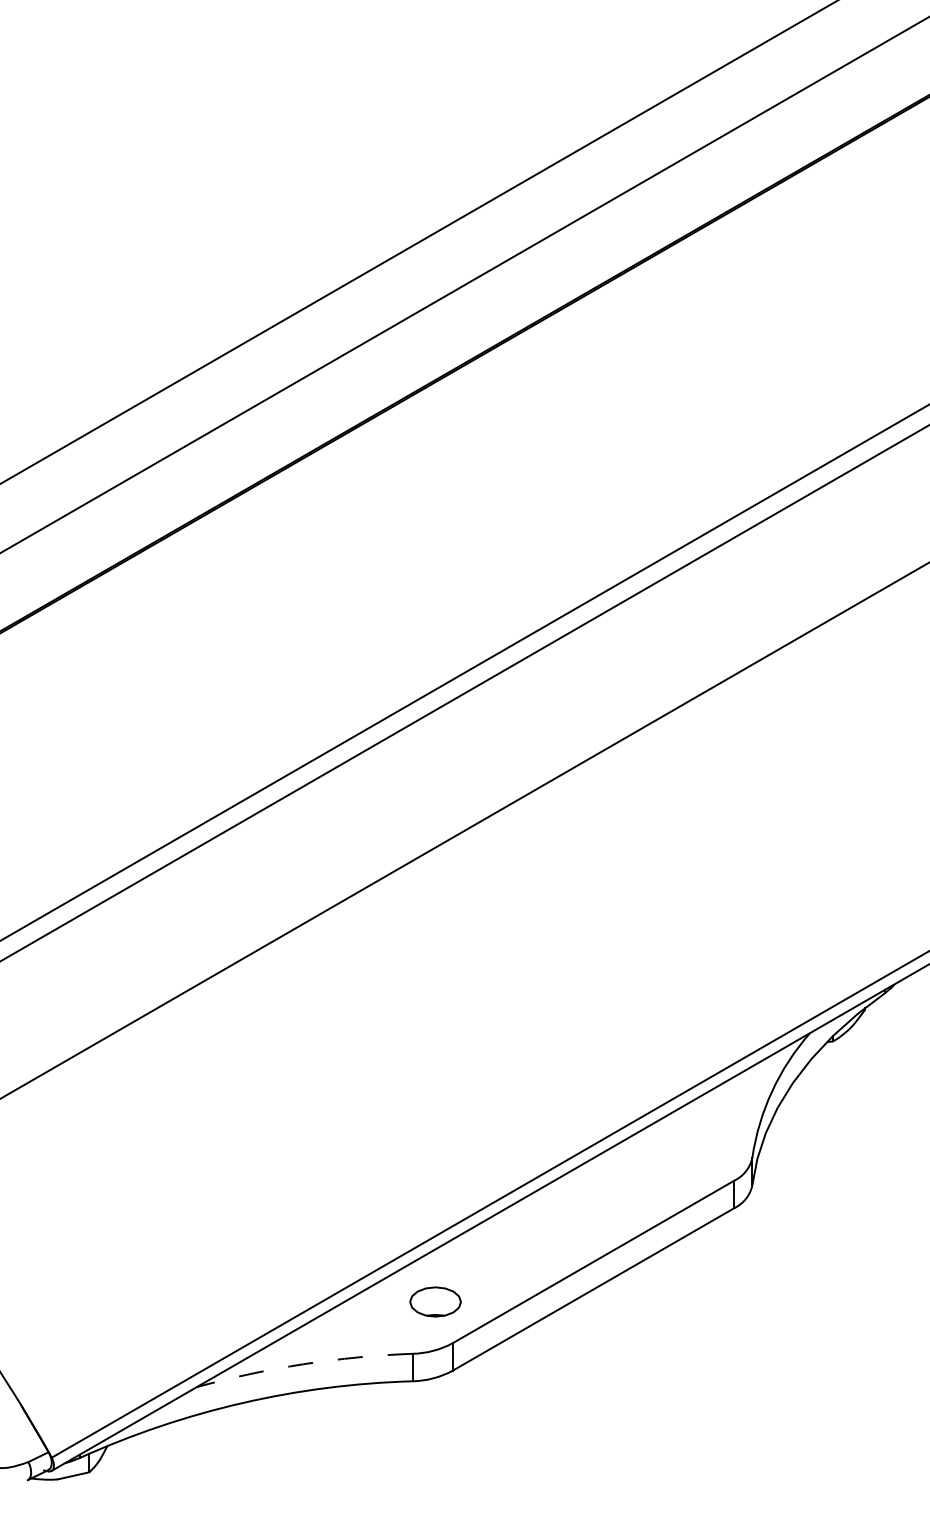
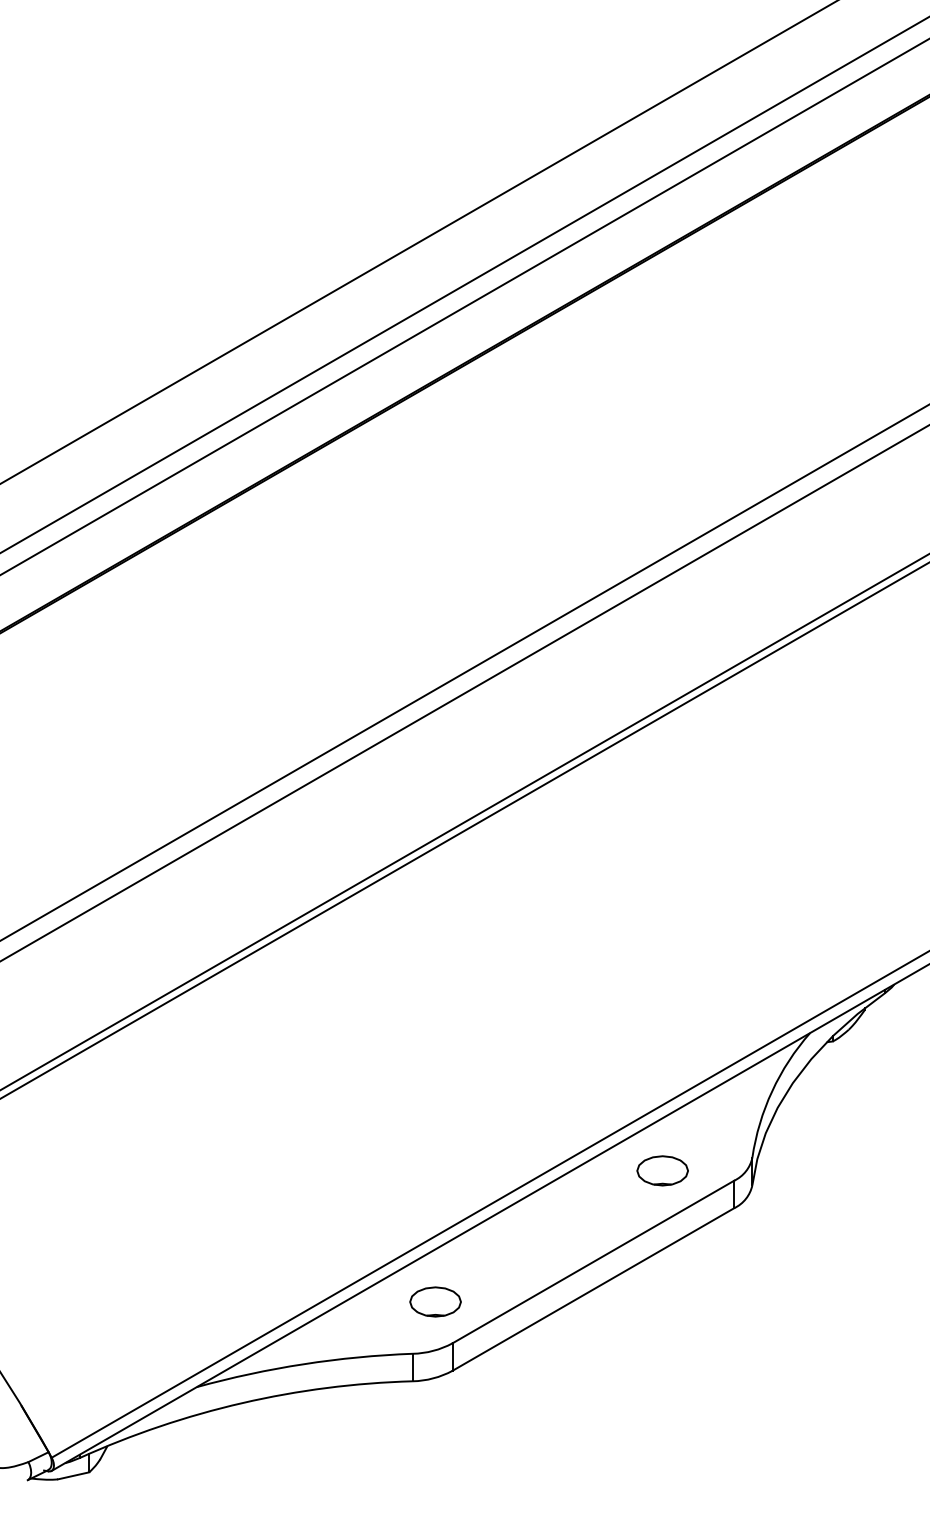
line at (464, 306): none -> present
line at (464, 821): none -> present
part at (662, 1170): none -> present
arc at (303, 1364): dashed -> solid
